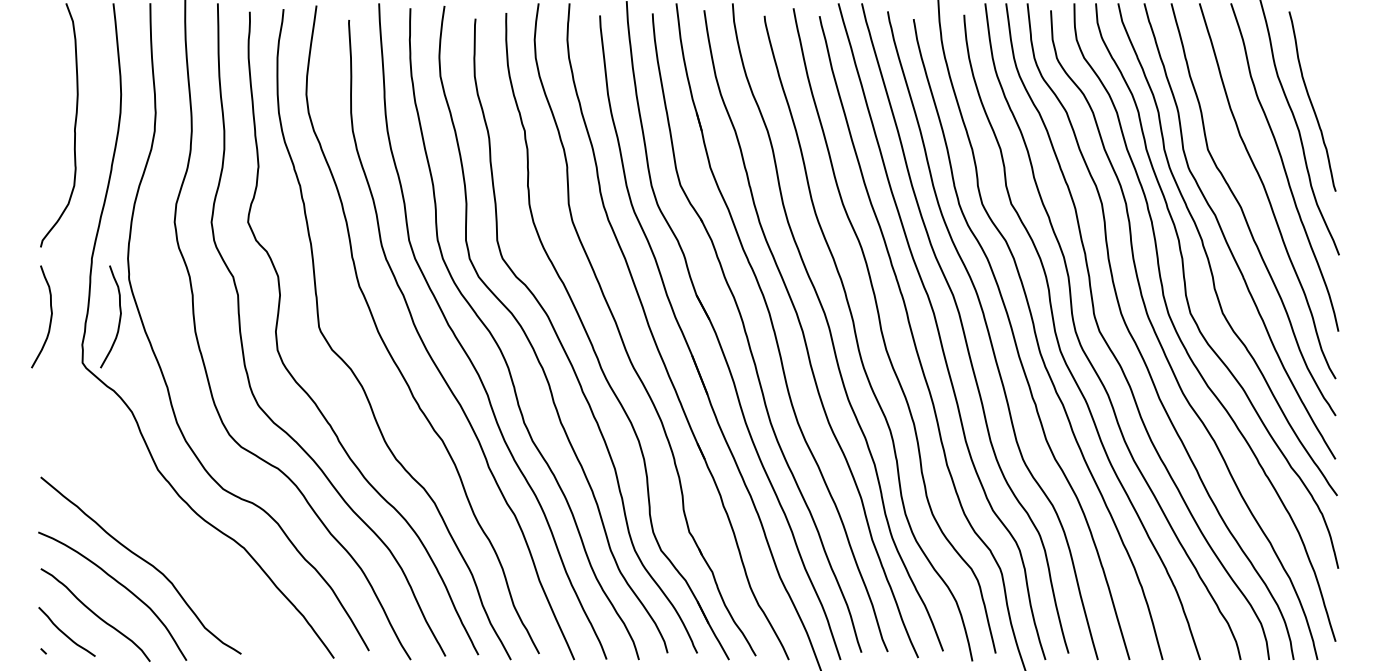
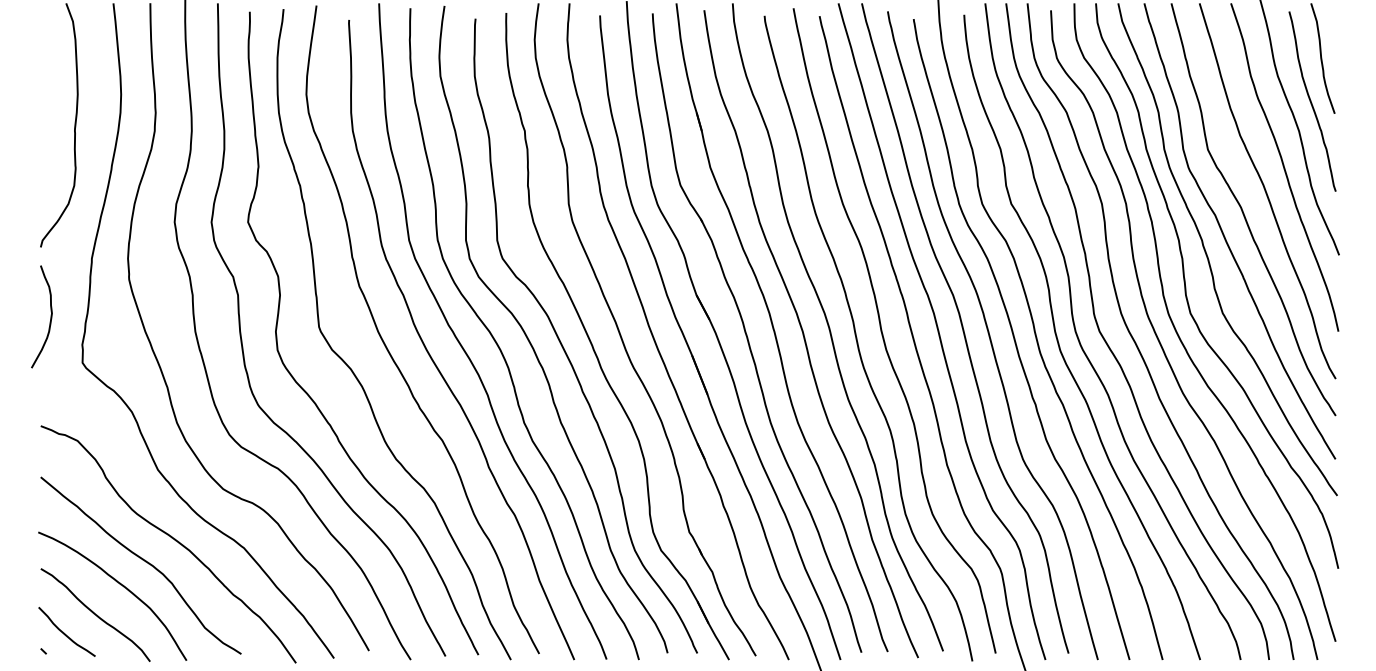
curve at (1322, 58): none -> present
curve at (119, 316): present -> none
curve at (171, 538): none -> present
